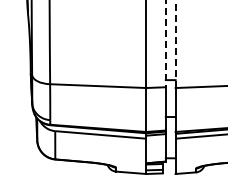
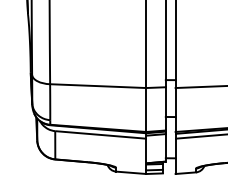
line at (165, 44): dashed -> solid
line at (175, 44): dashed -> solid
